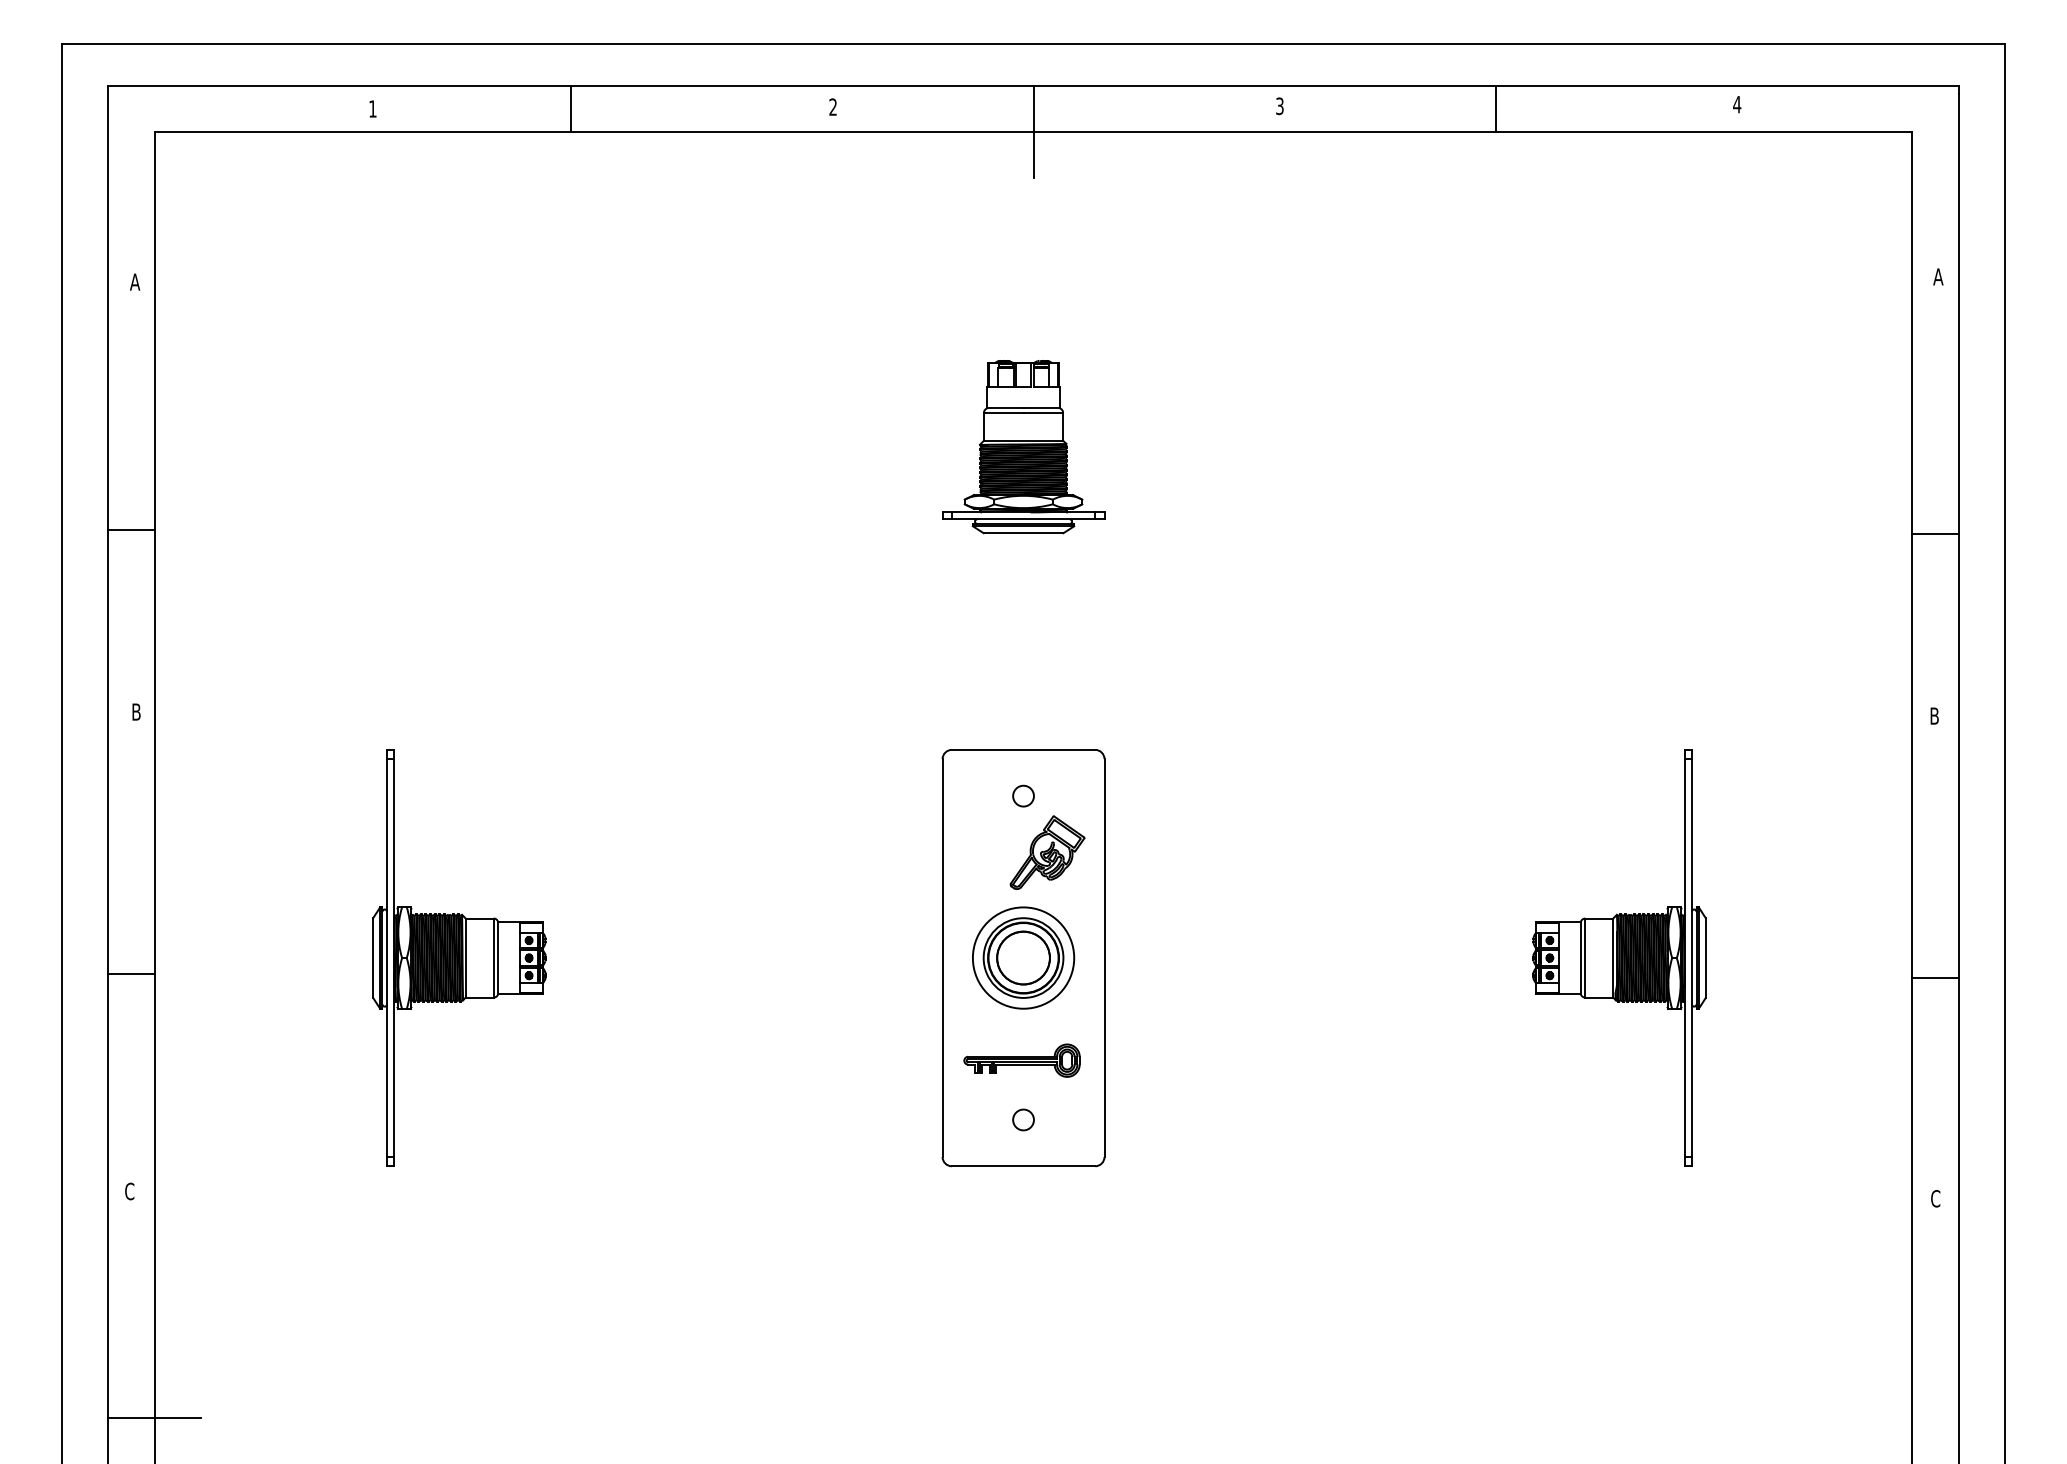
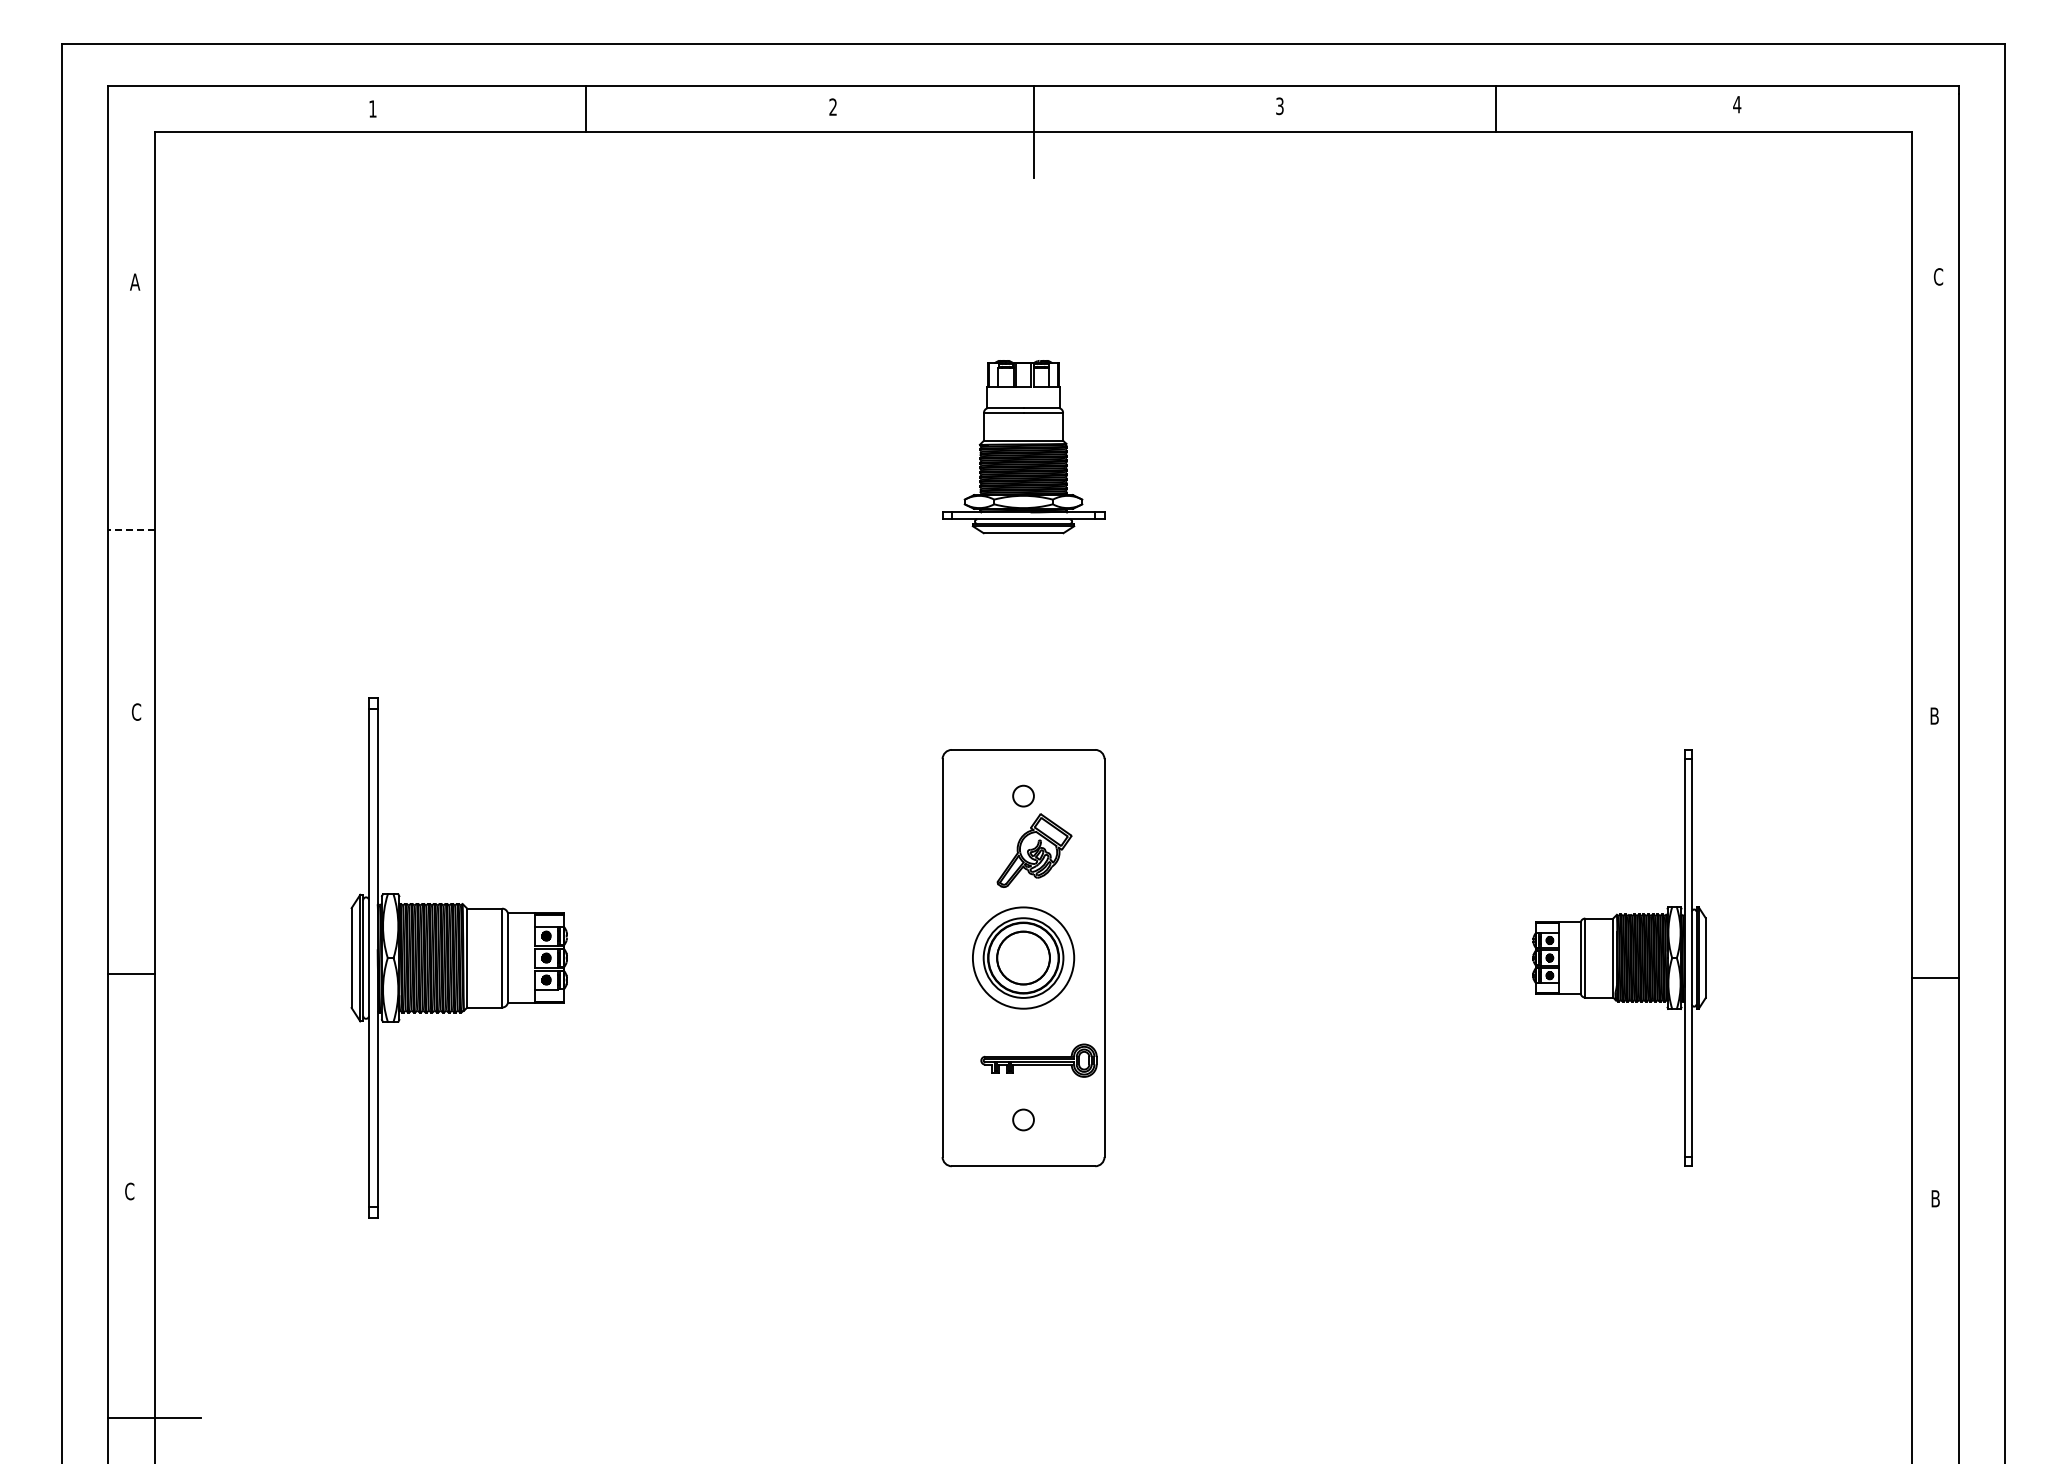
line at (570, 108) position: (570, 108) -> (585, 108)
text at (1938, 276): A -> C
line at (130, 529): solid -> dashed
line at (1935, 534): present -> none
text at (136, 711): B -> C
part at (1047, 852) position: (1047, 852) -> (1034, 850)
part at (459, 957) size: 175x418 px -> 218x522 px
part at (1021, 1060) position: (1021, 1060) -> (1038, 1060)
text at (1935, 1198): C -> B
